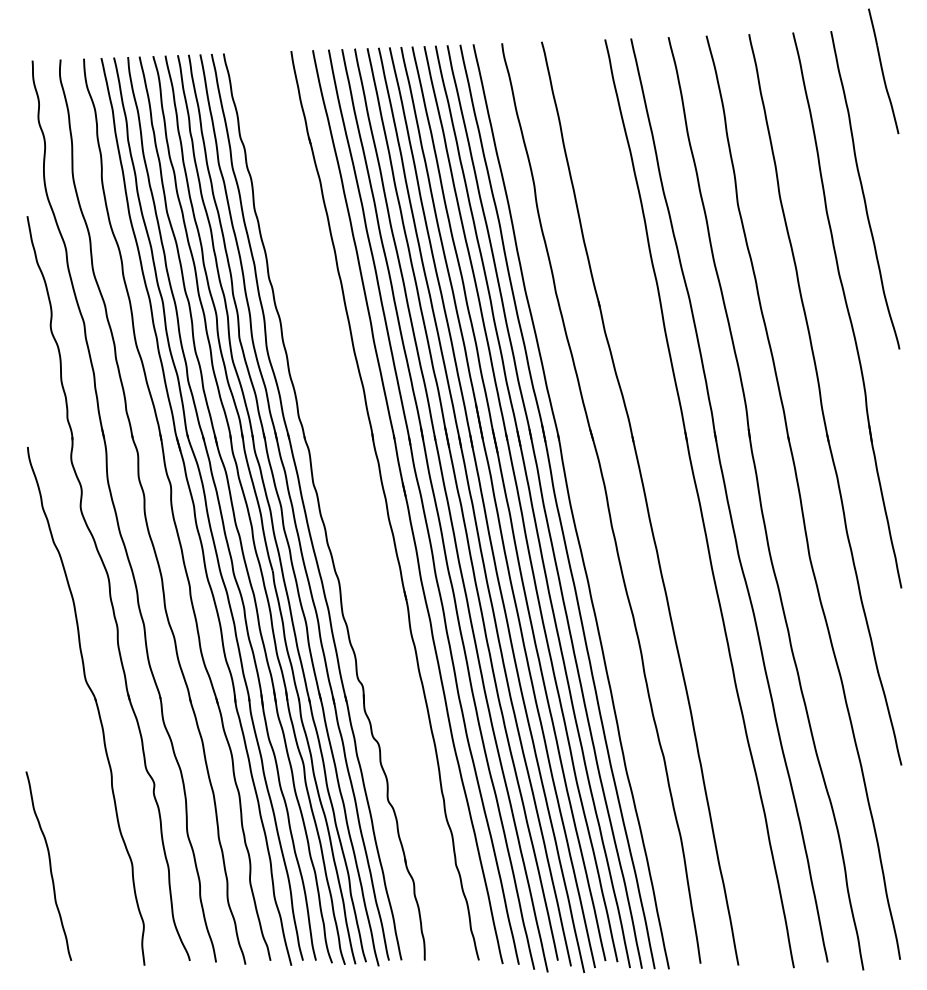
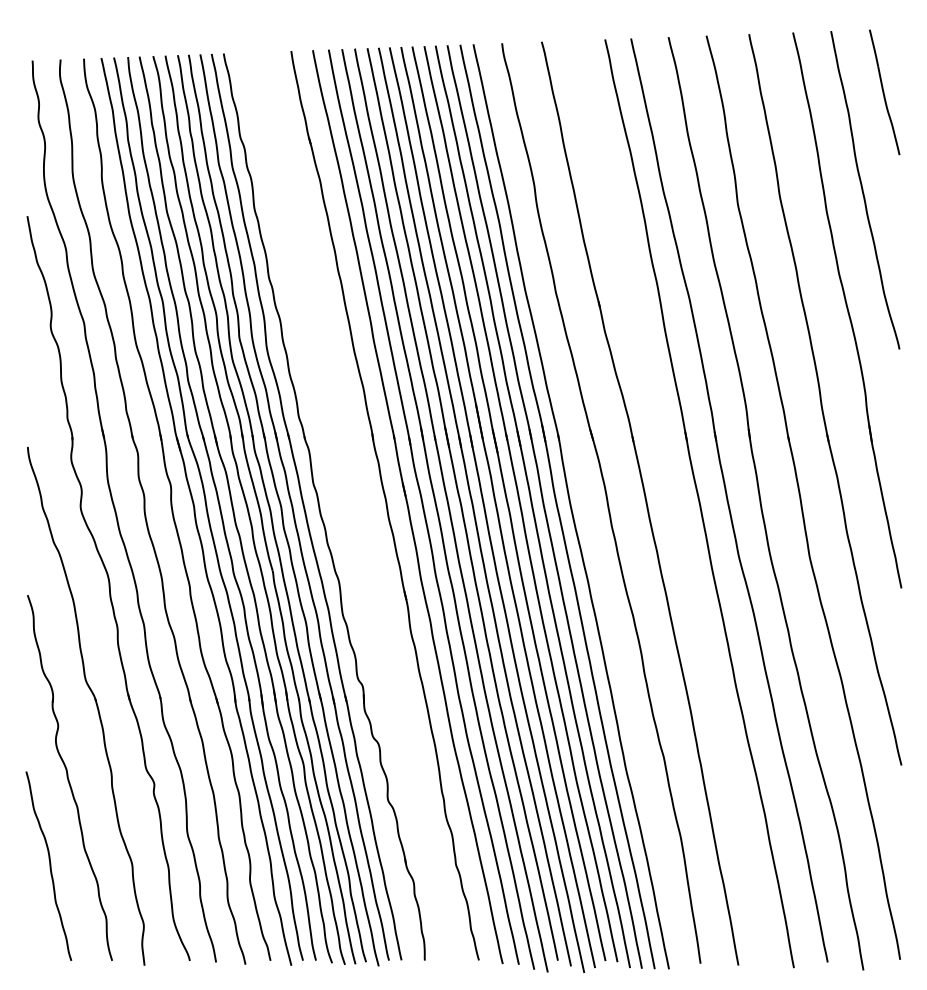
part at (883, 71) position: (883, 71) -> (884, 92)
part at (69, 777): none -> present
